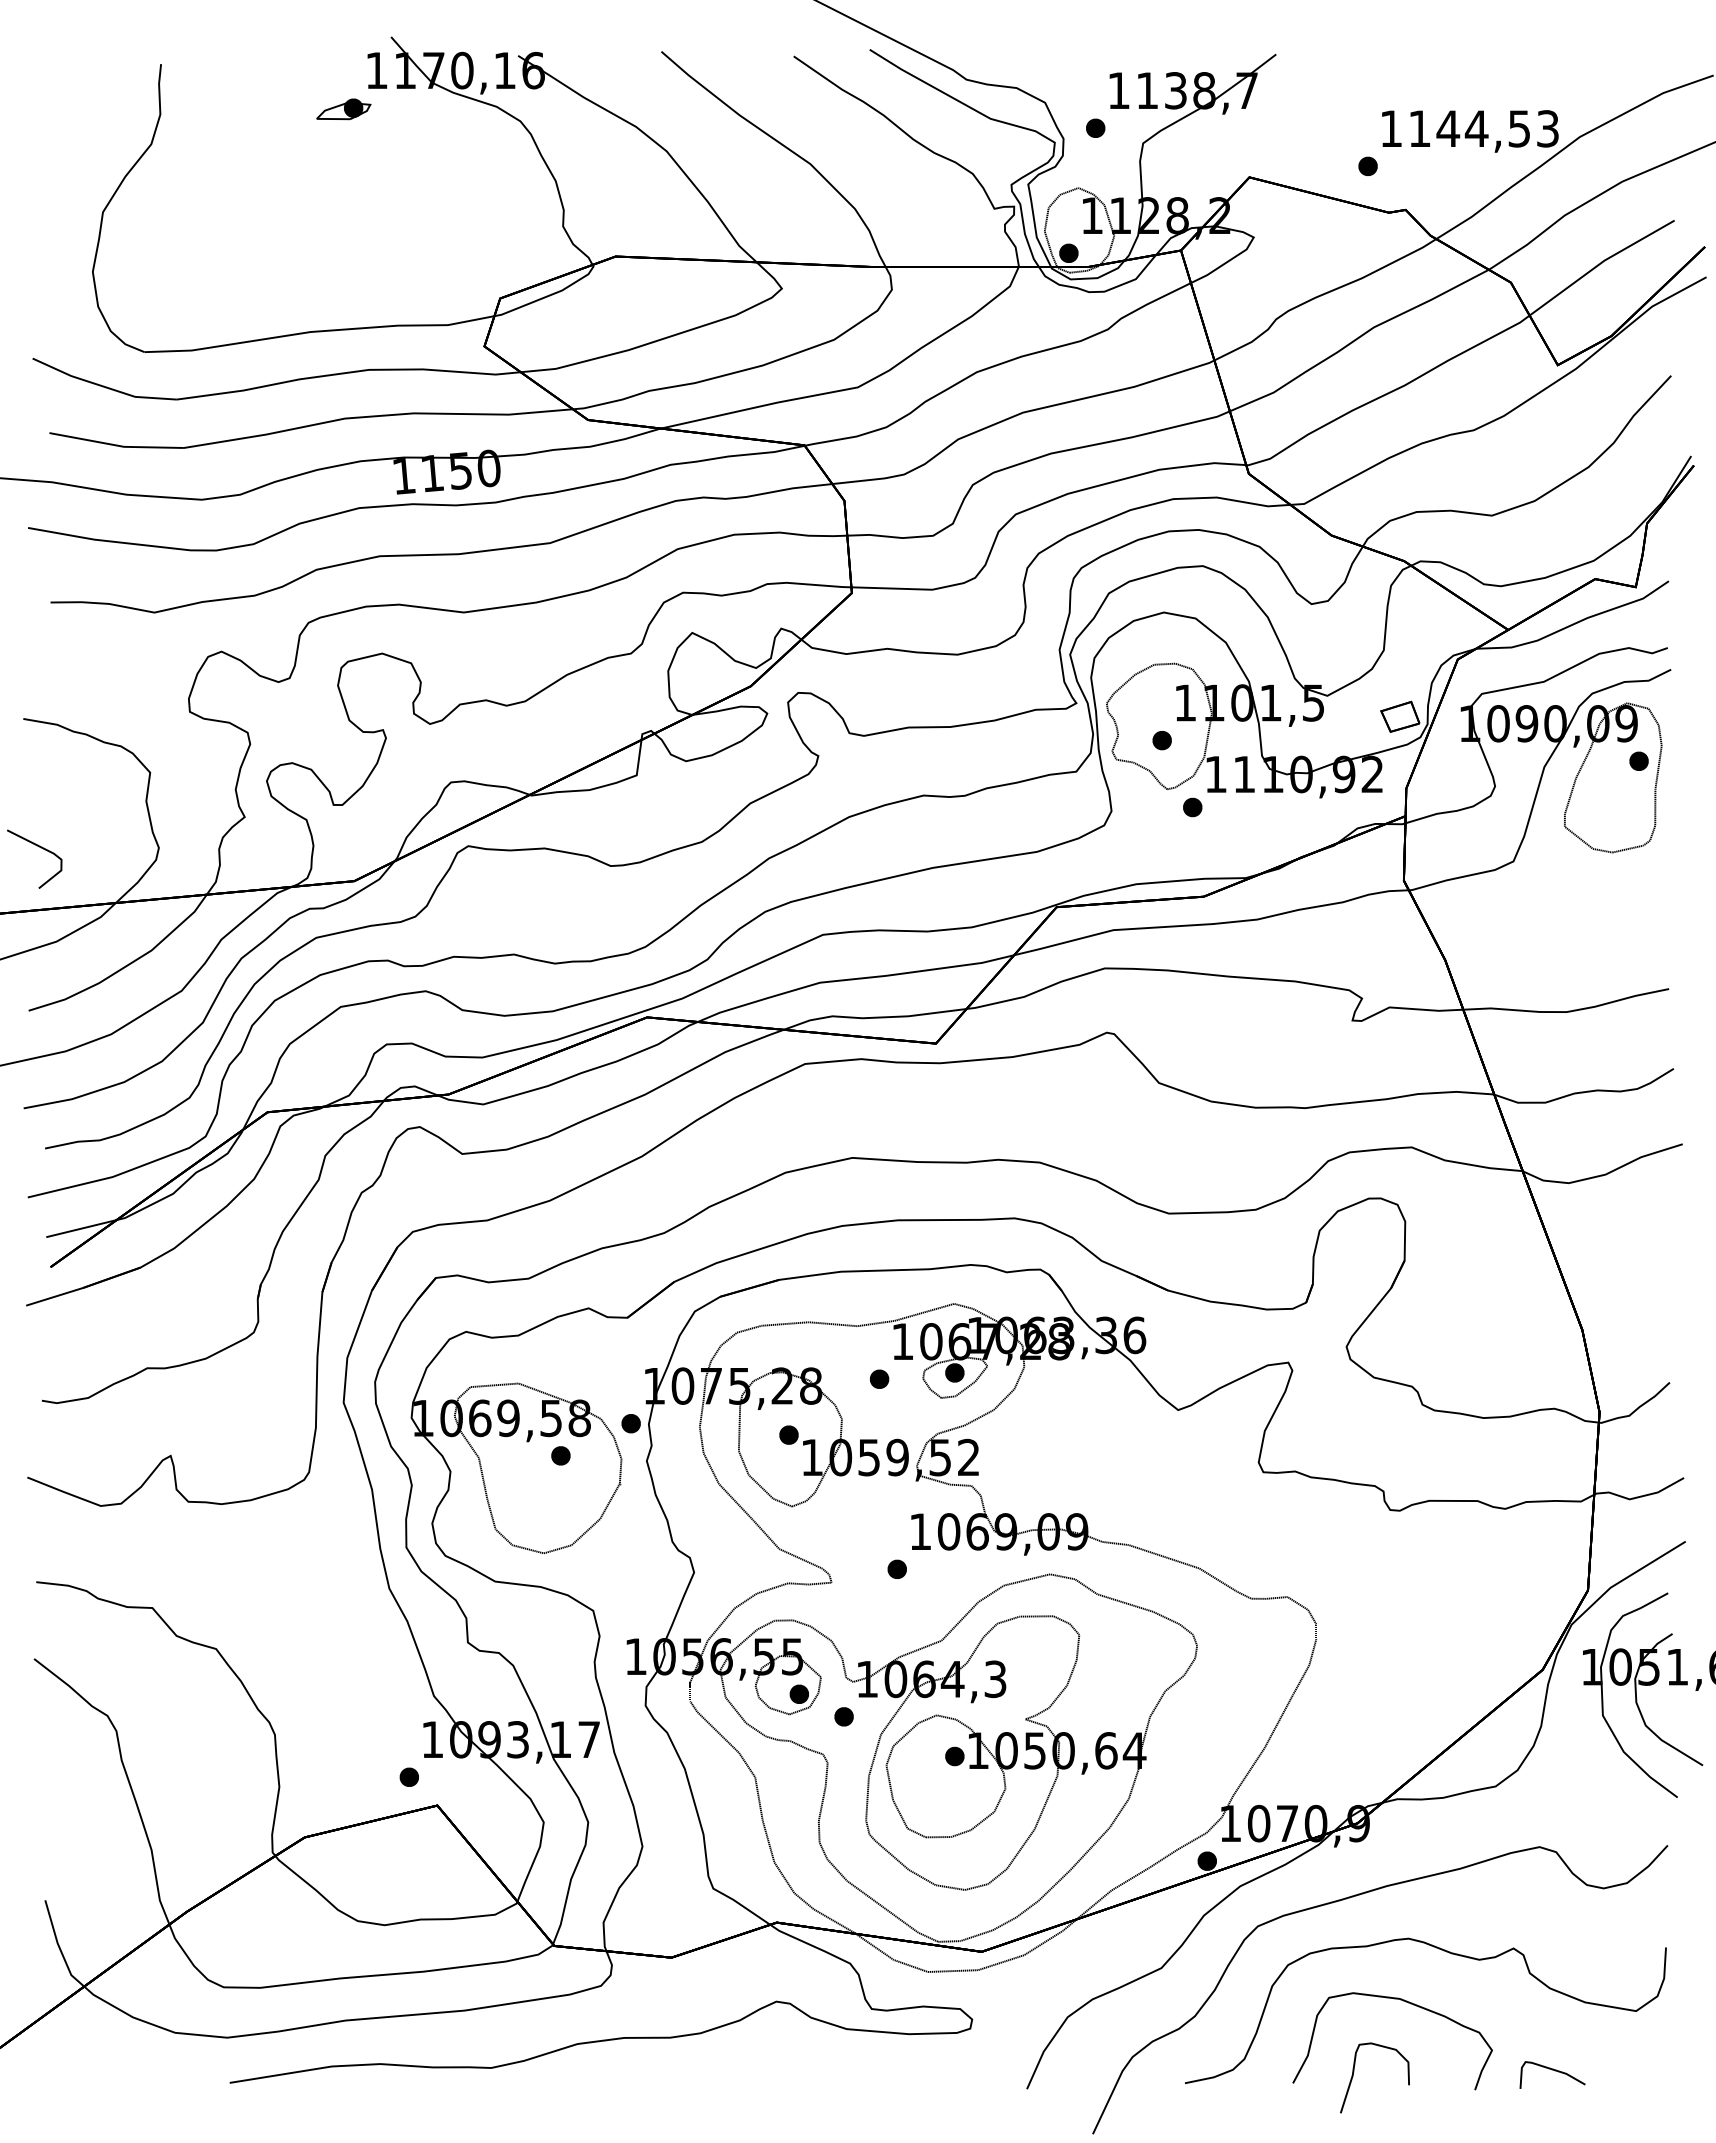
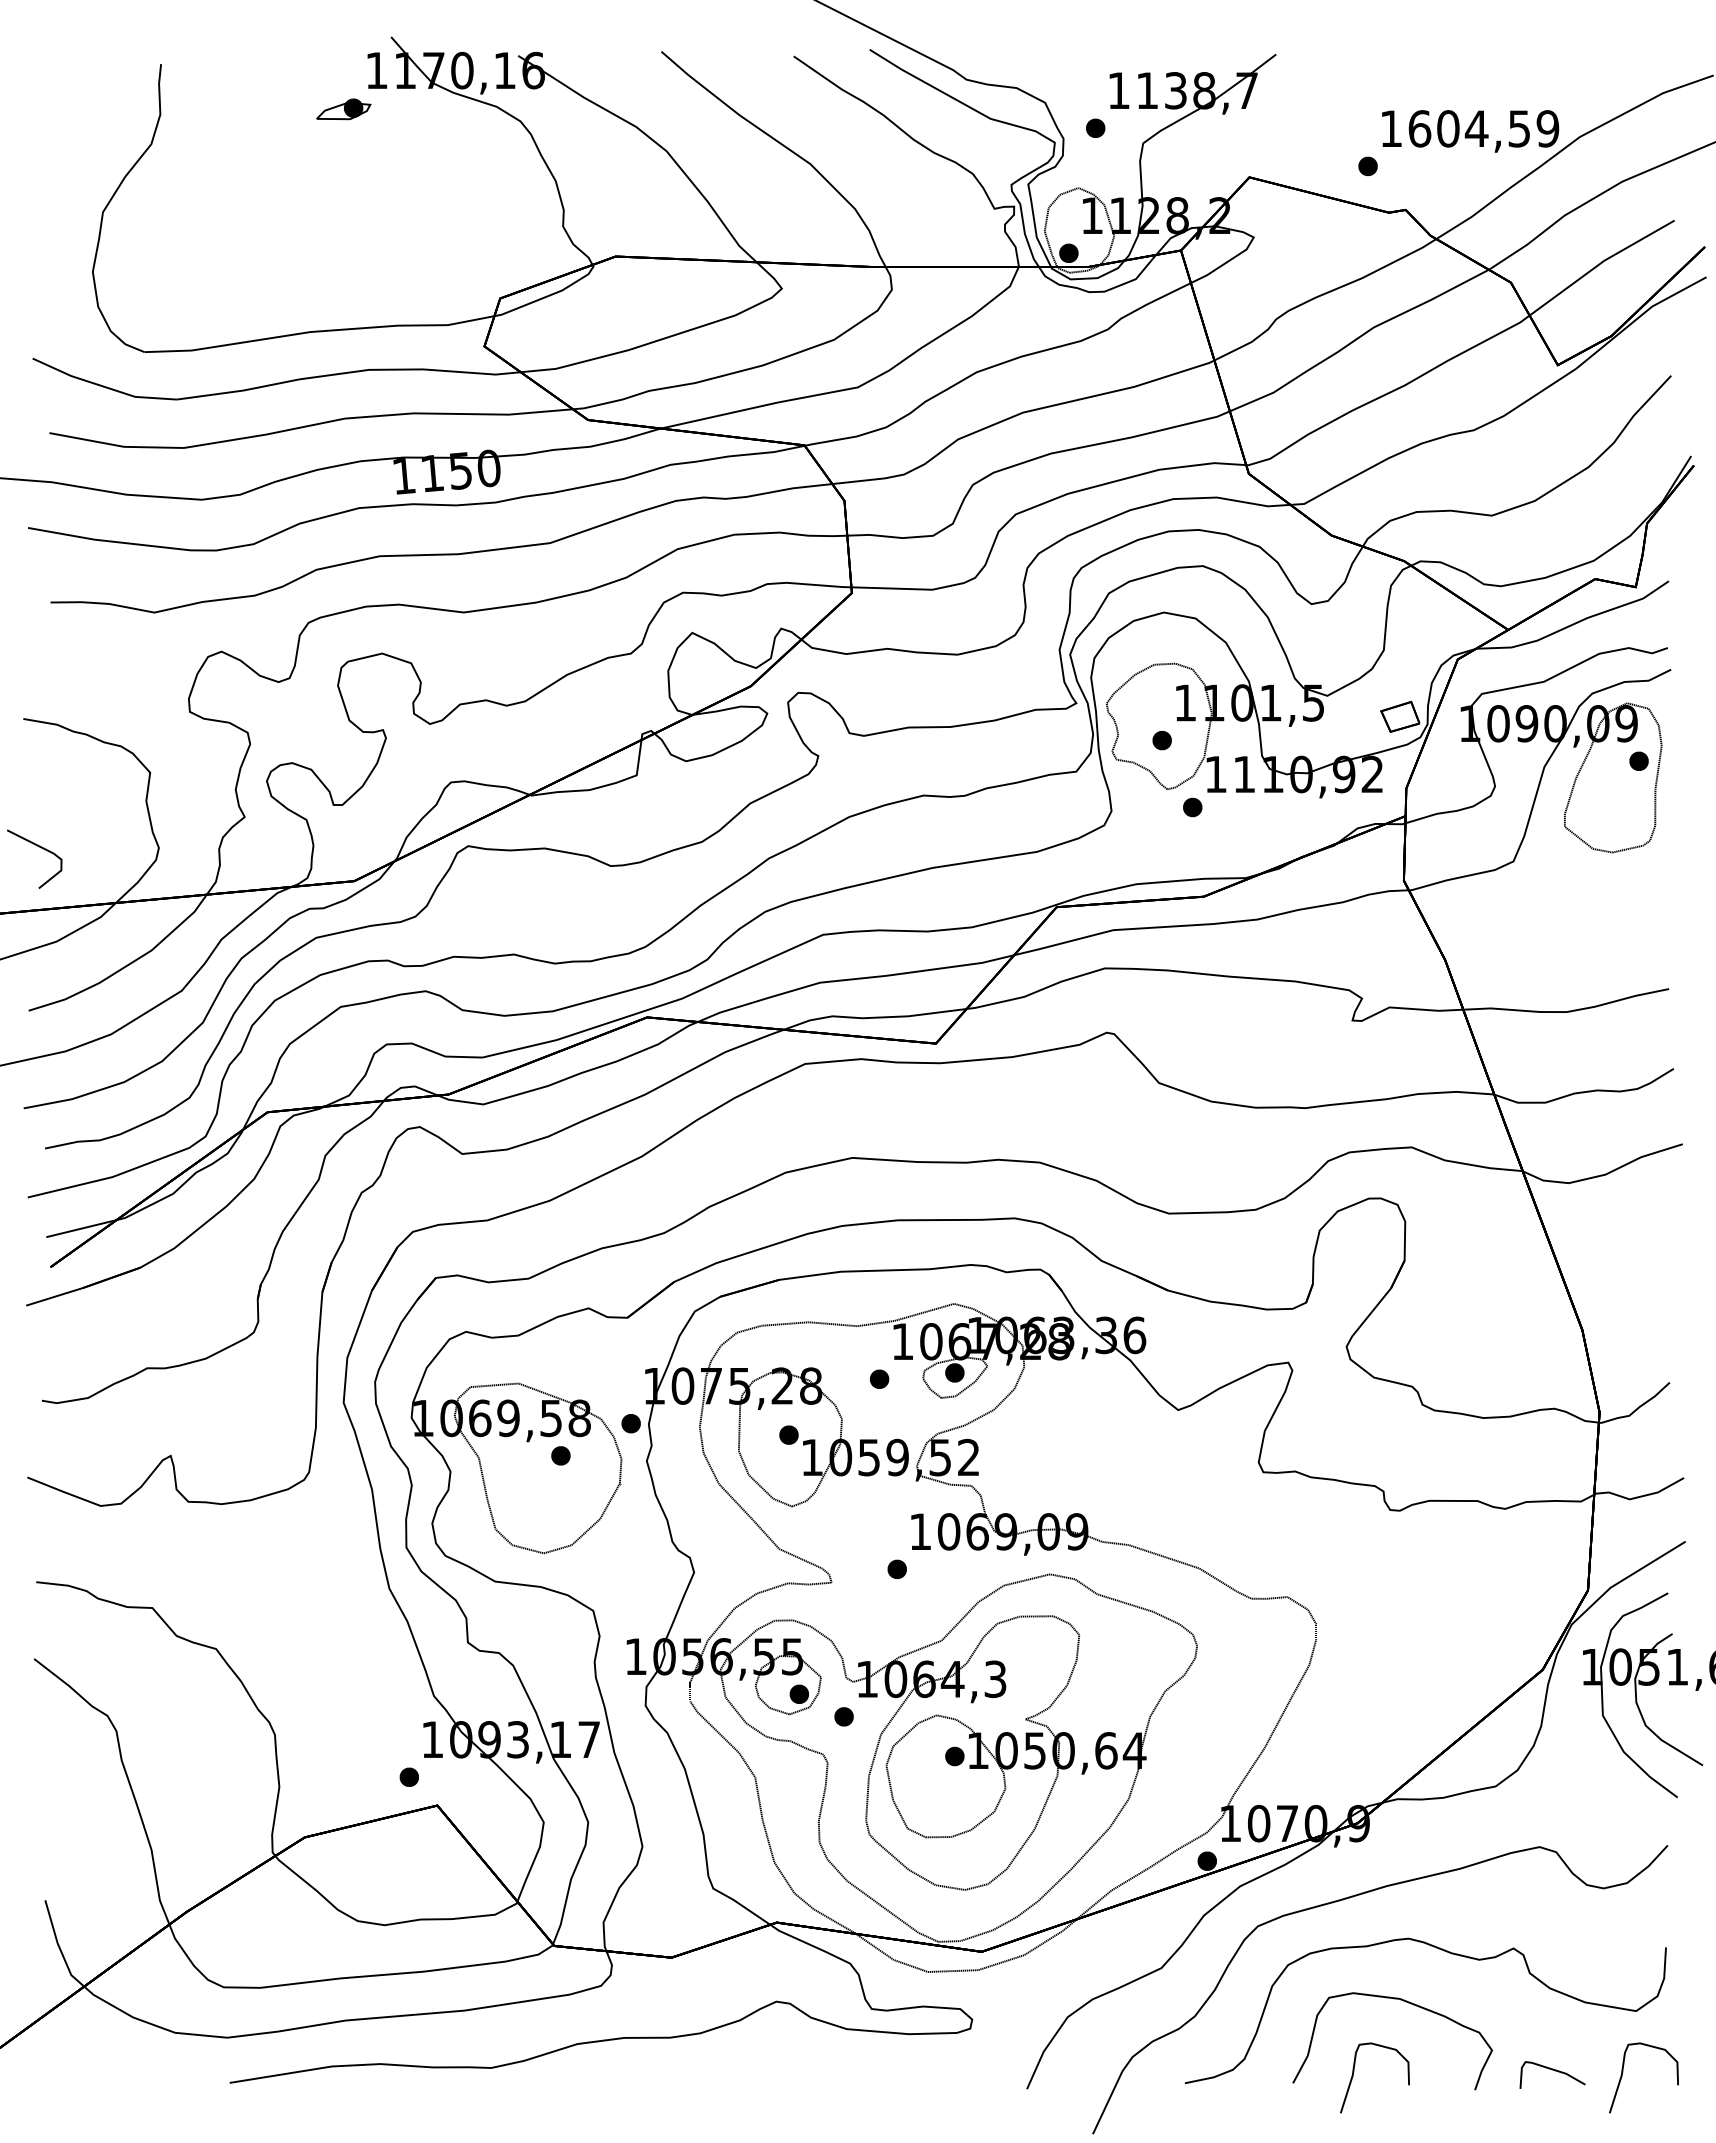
text at (1483, 128): 1144,53 -> 1604,59
part at (1623, 2072): none -> present
